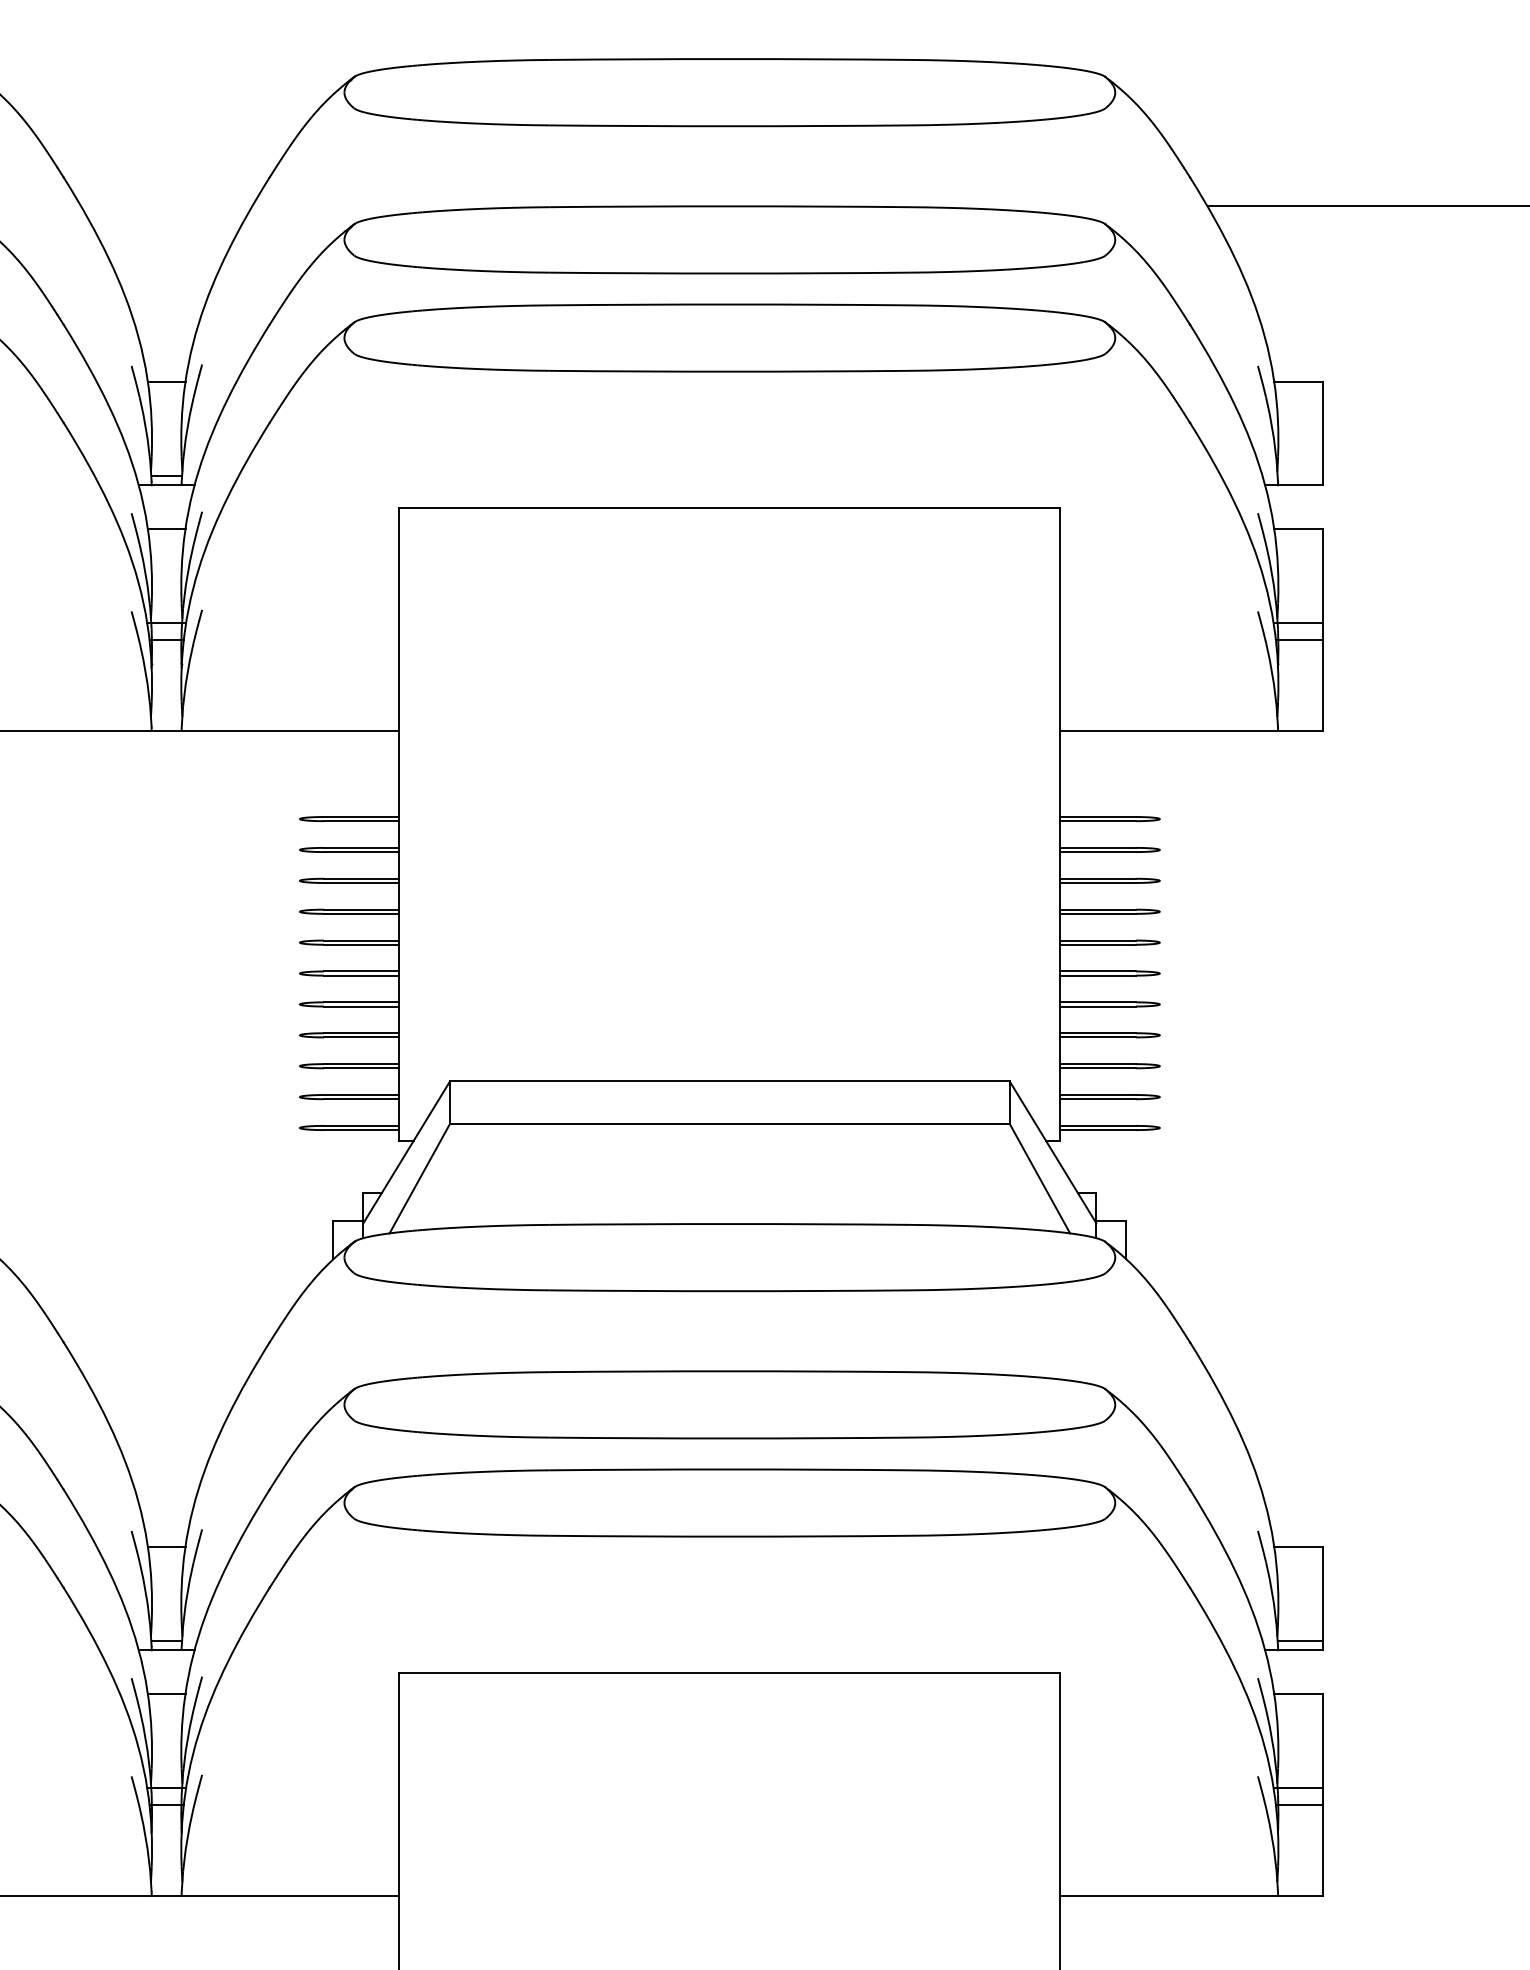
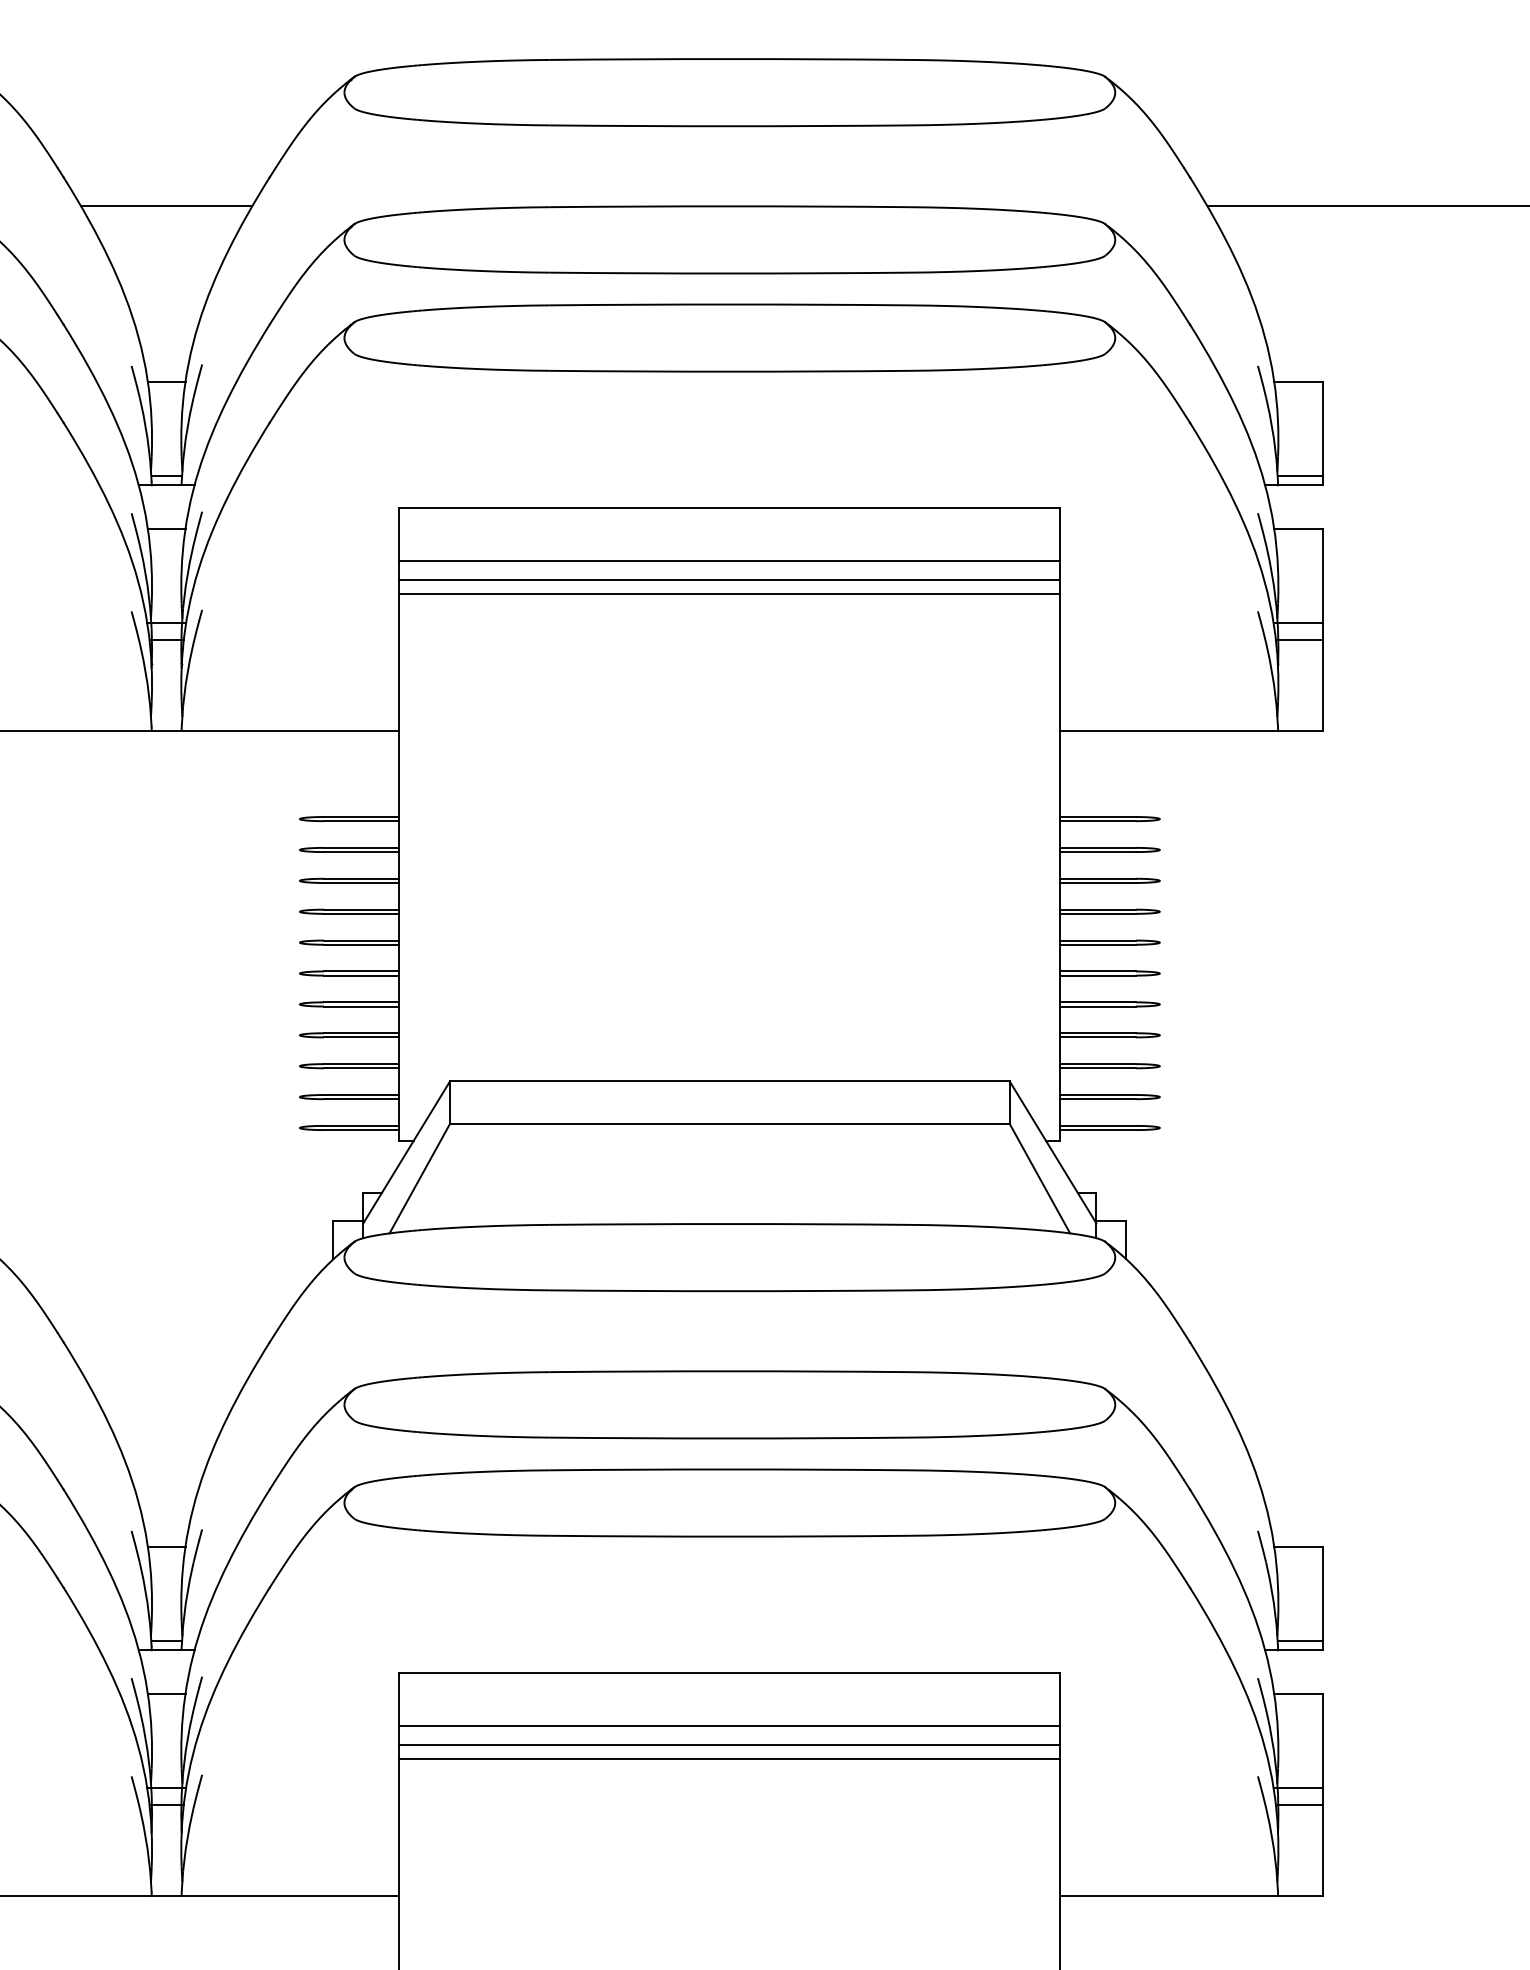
line at (166, 206): none -> present
line at (1300, 476): none -> present
line at (729, 561): none -> present
line at (729, 580): none -> present
line at (729, 593): none -> present
line at (729, 1726): none -> present
line at (729, 1745): none -> present
line at (729, 1758): none -> present
